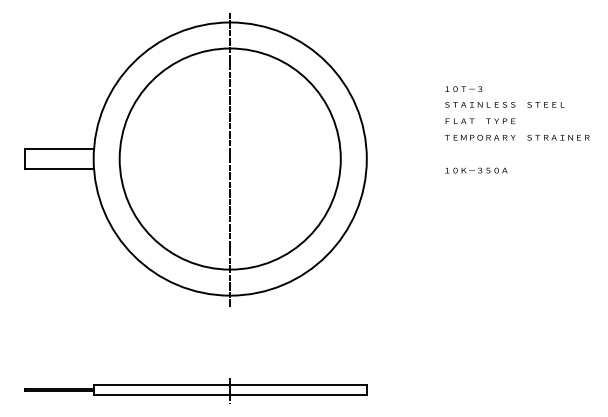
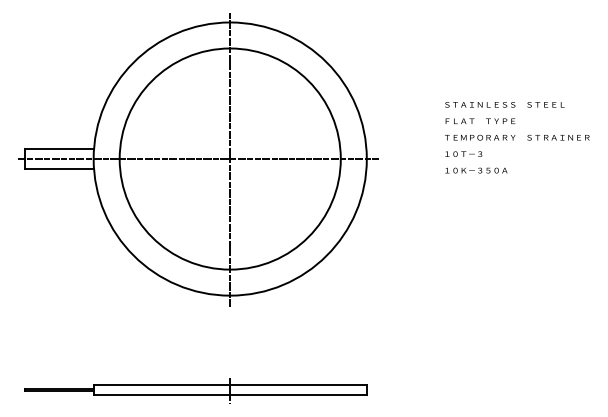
text at (463, 88) position: (463, 88) -> (463, 153)
line at (198, 159): none -> present
